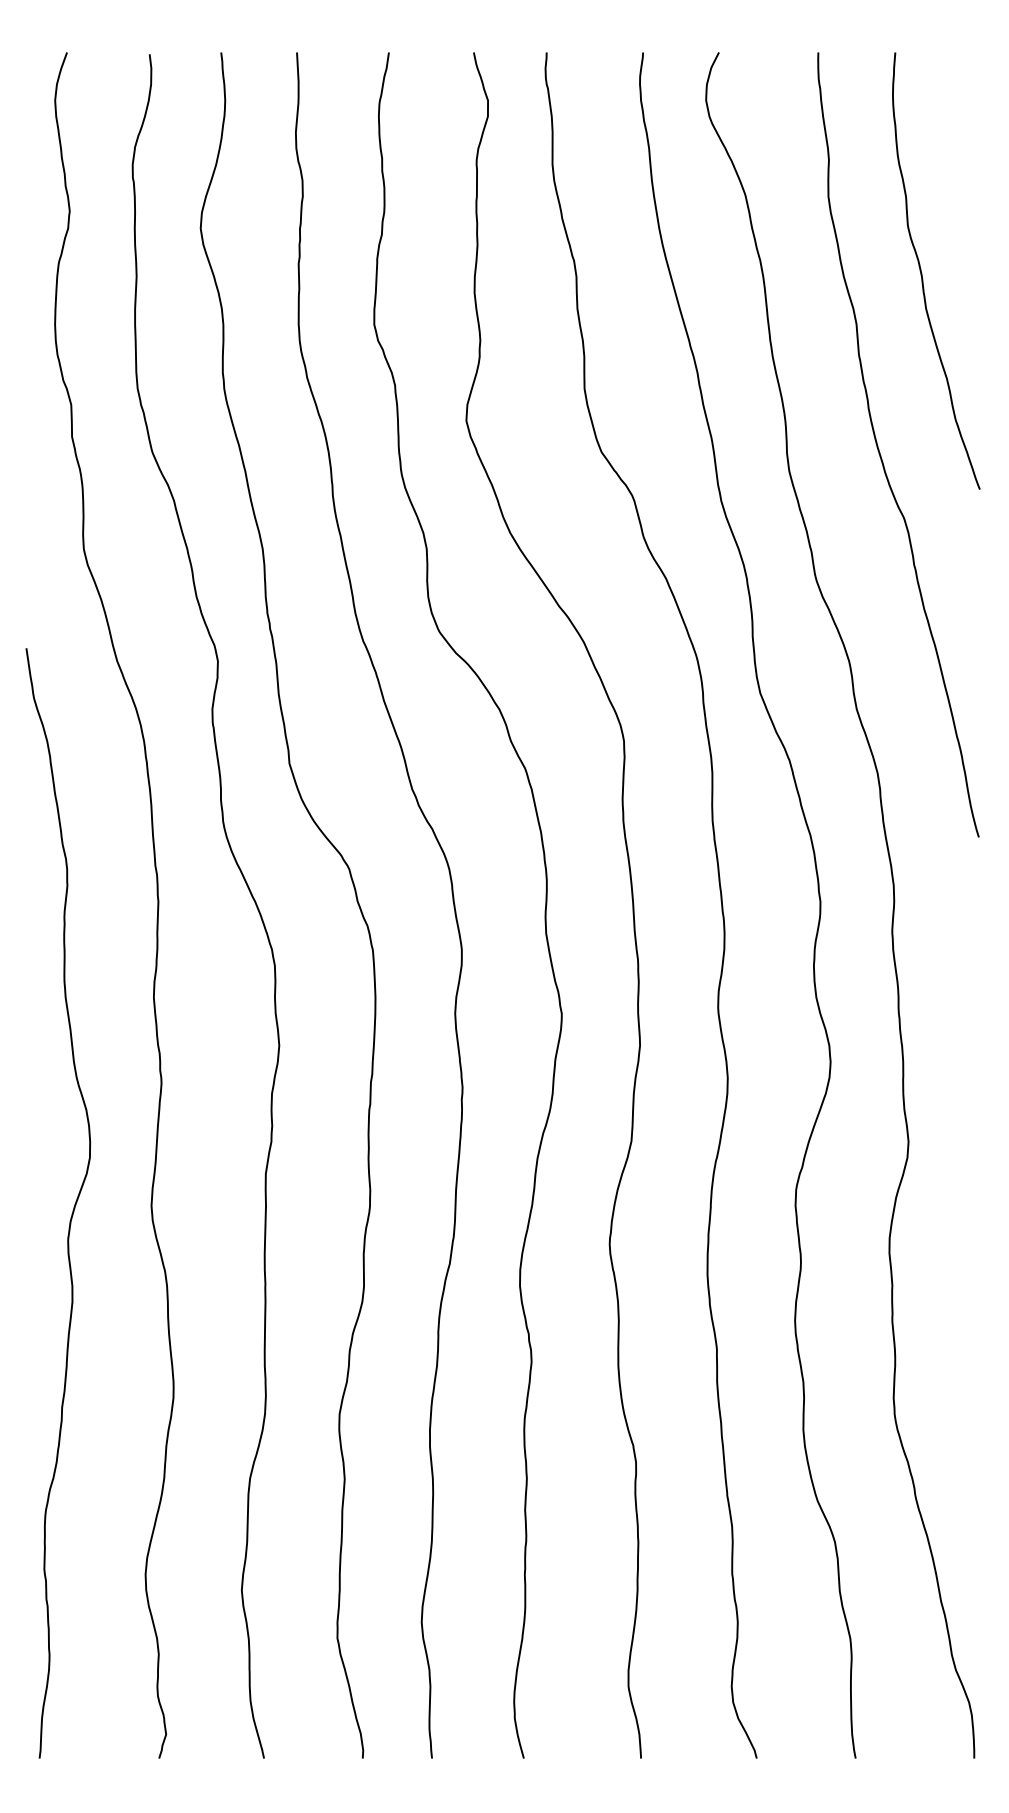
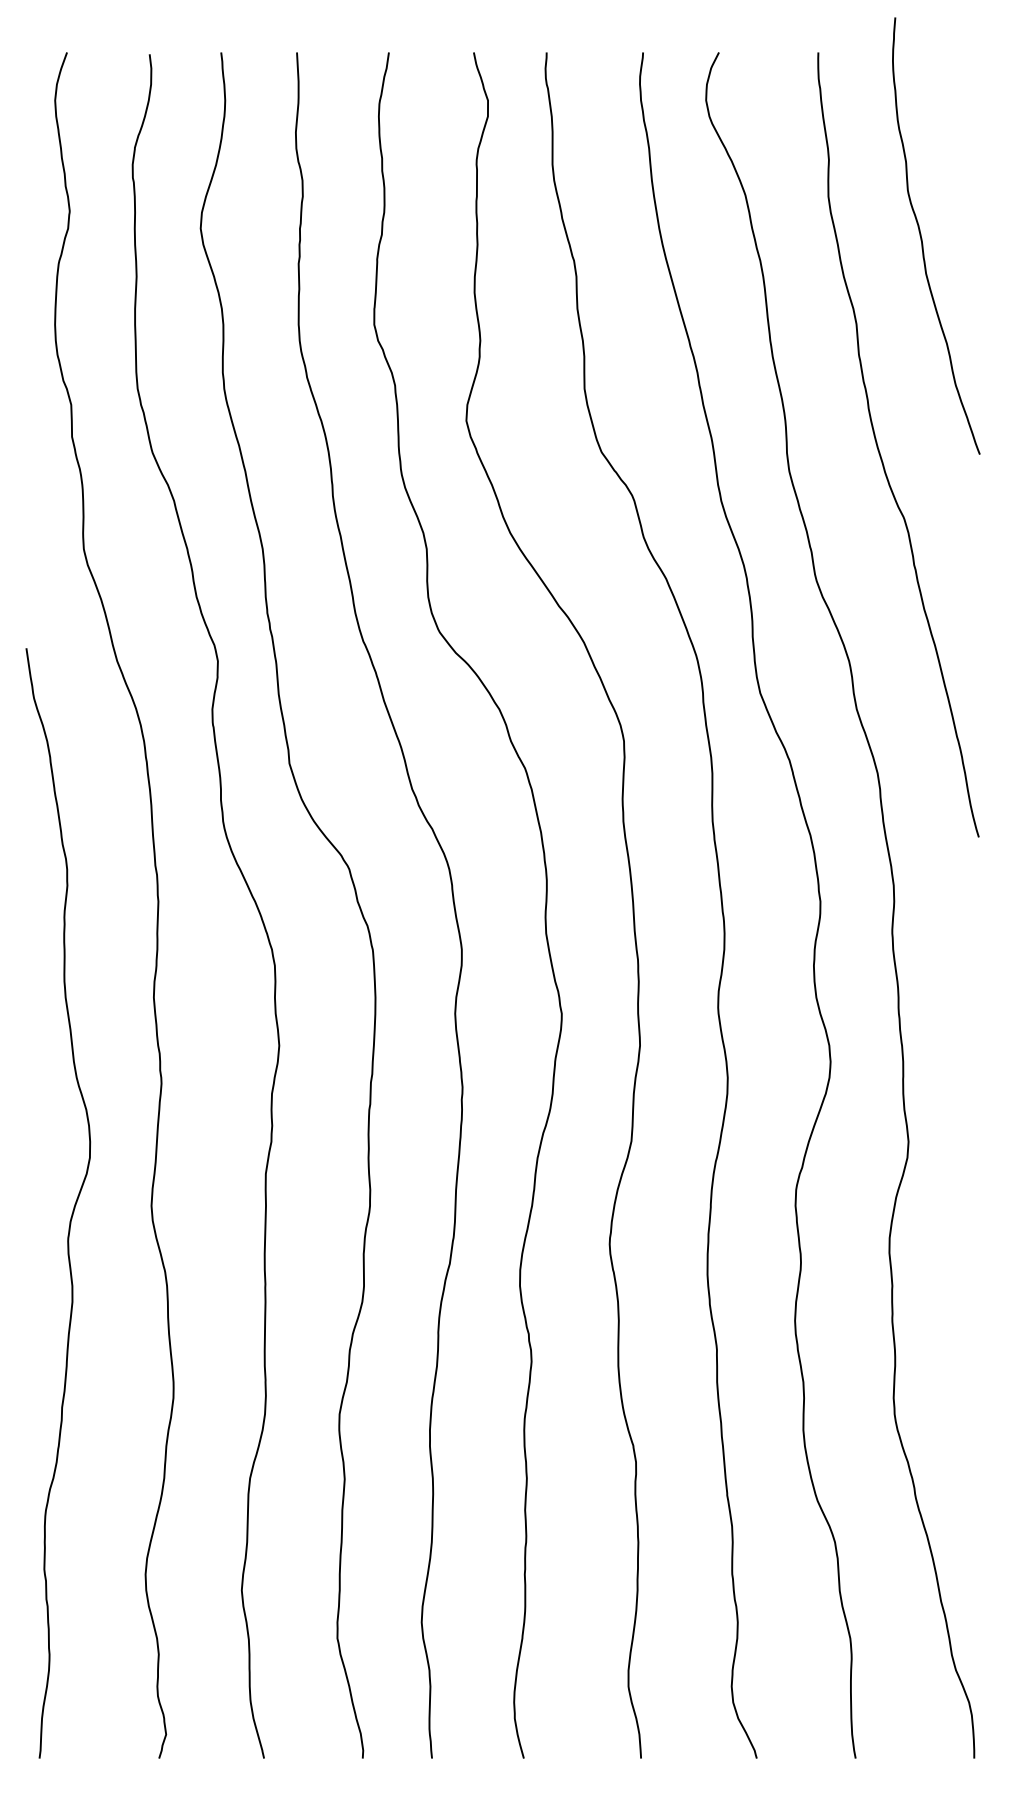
curve at (922, 273) position: (922, 273) -> (922, 238)
